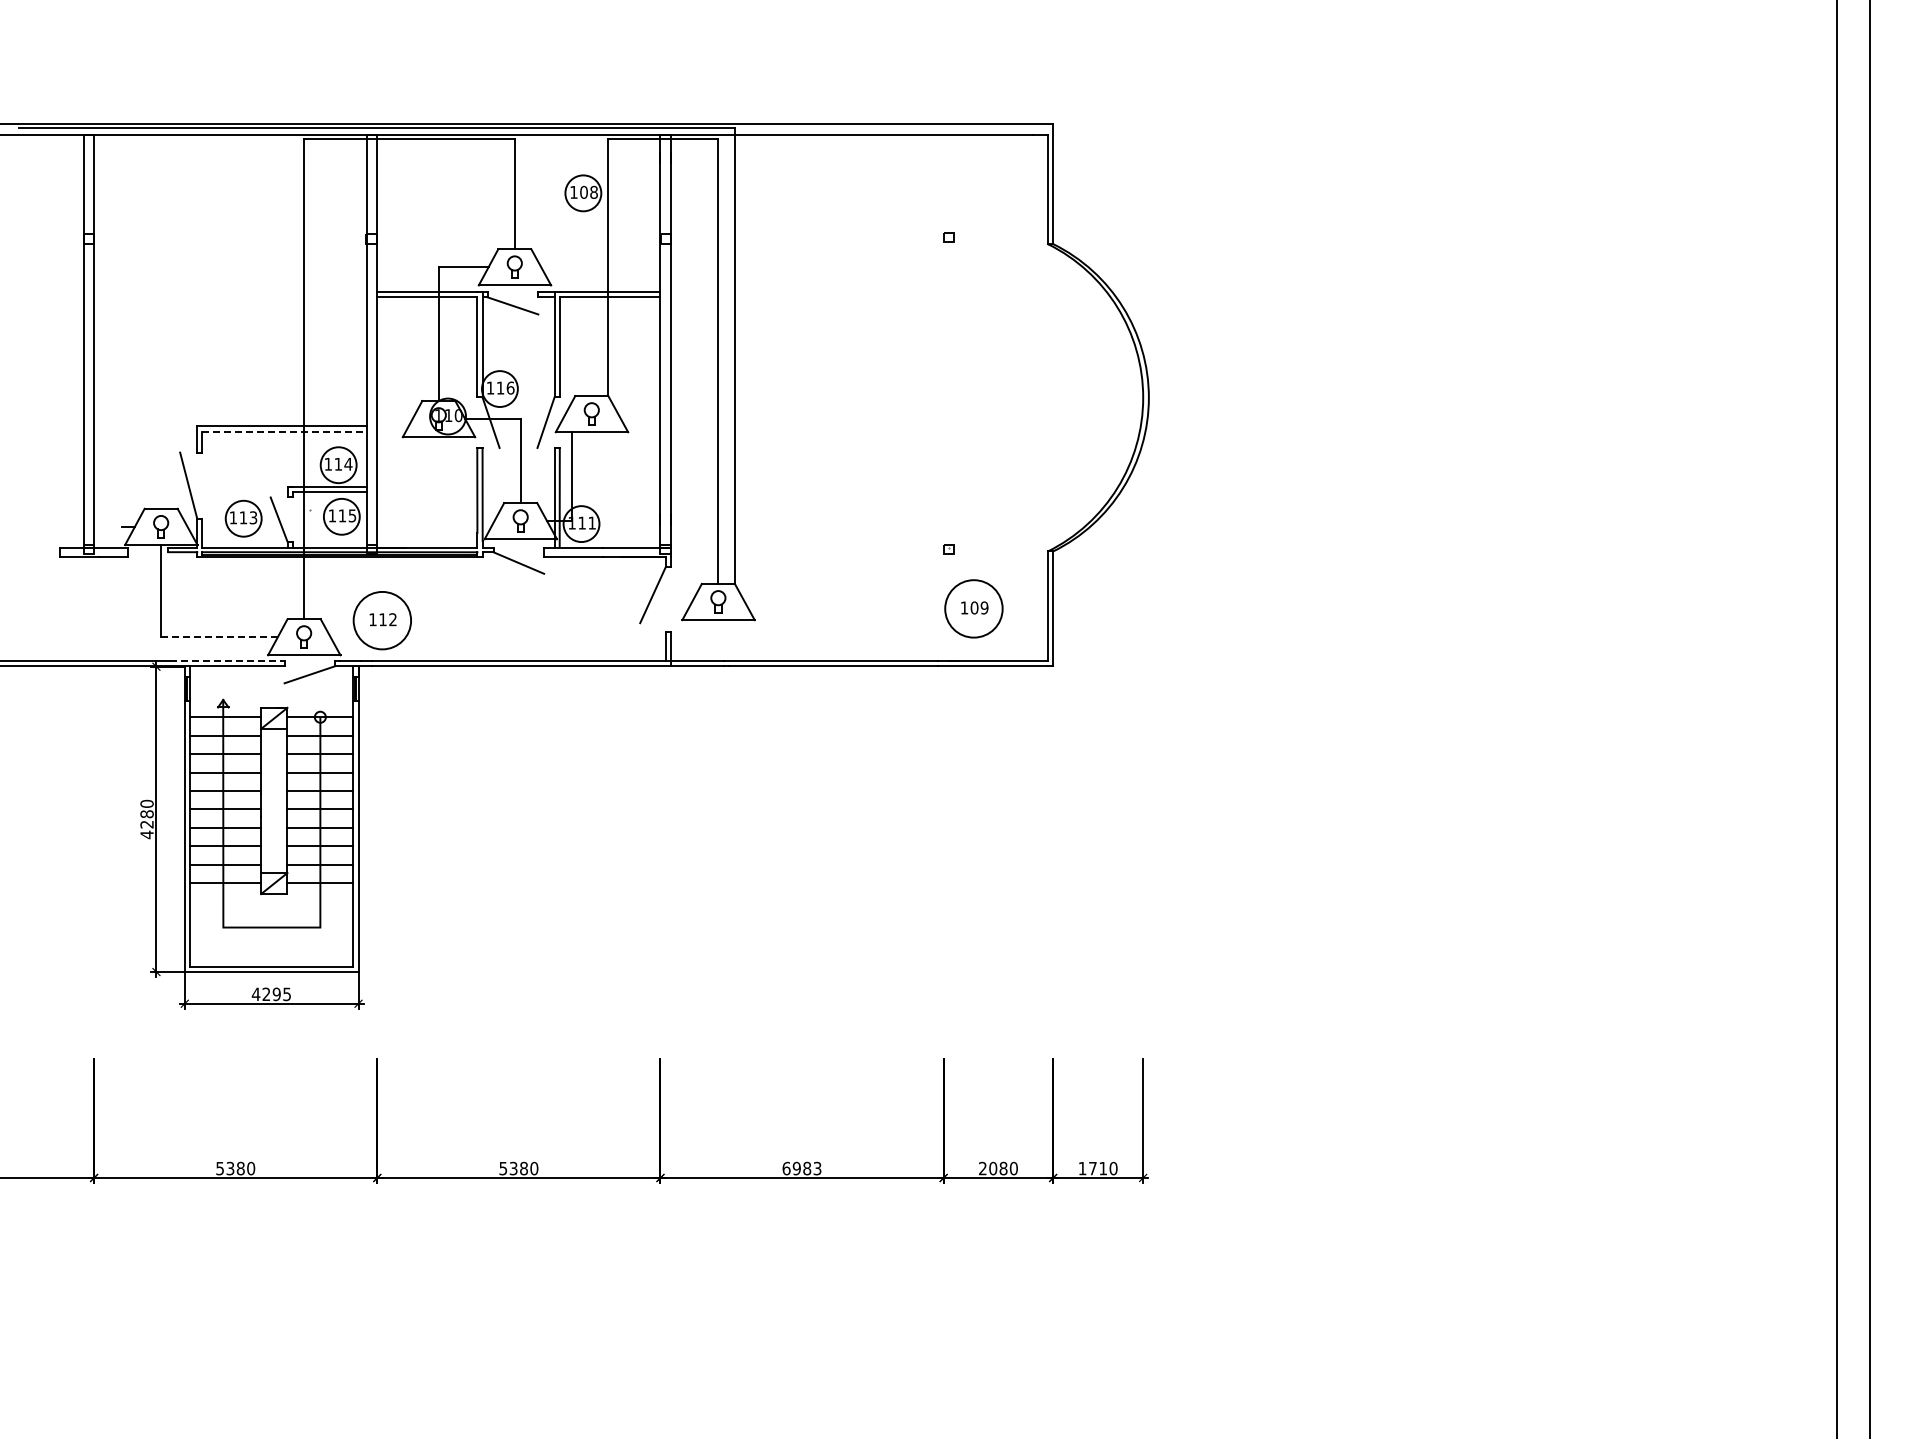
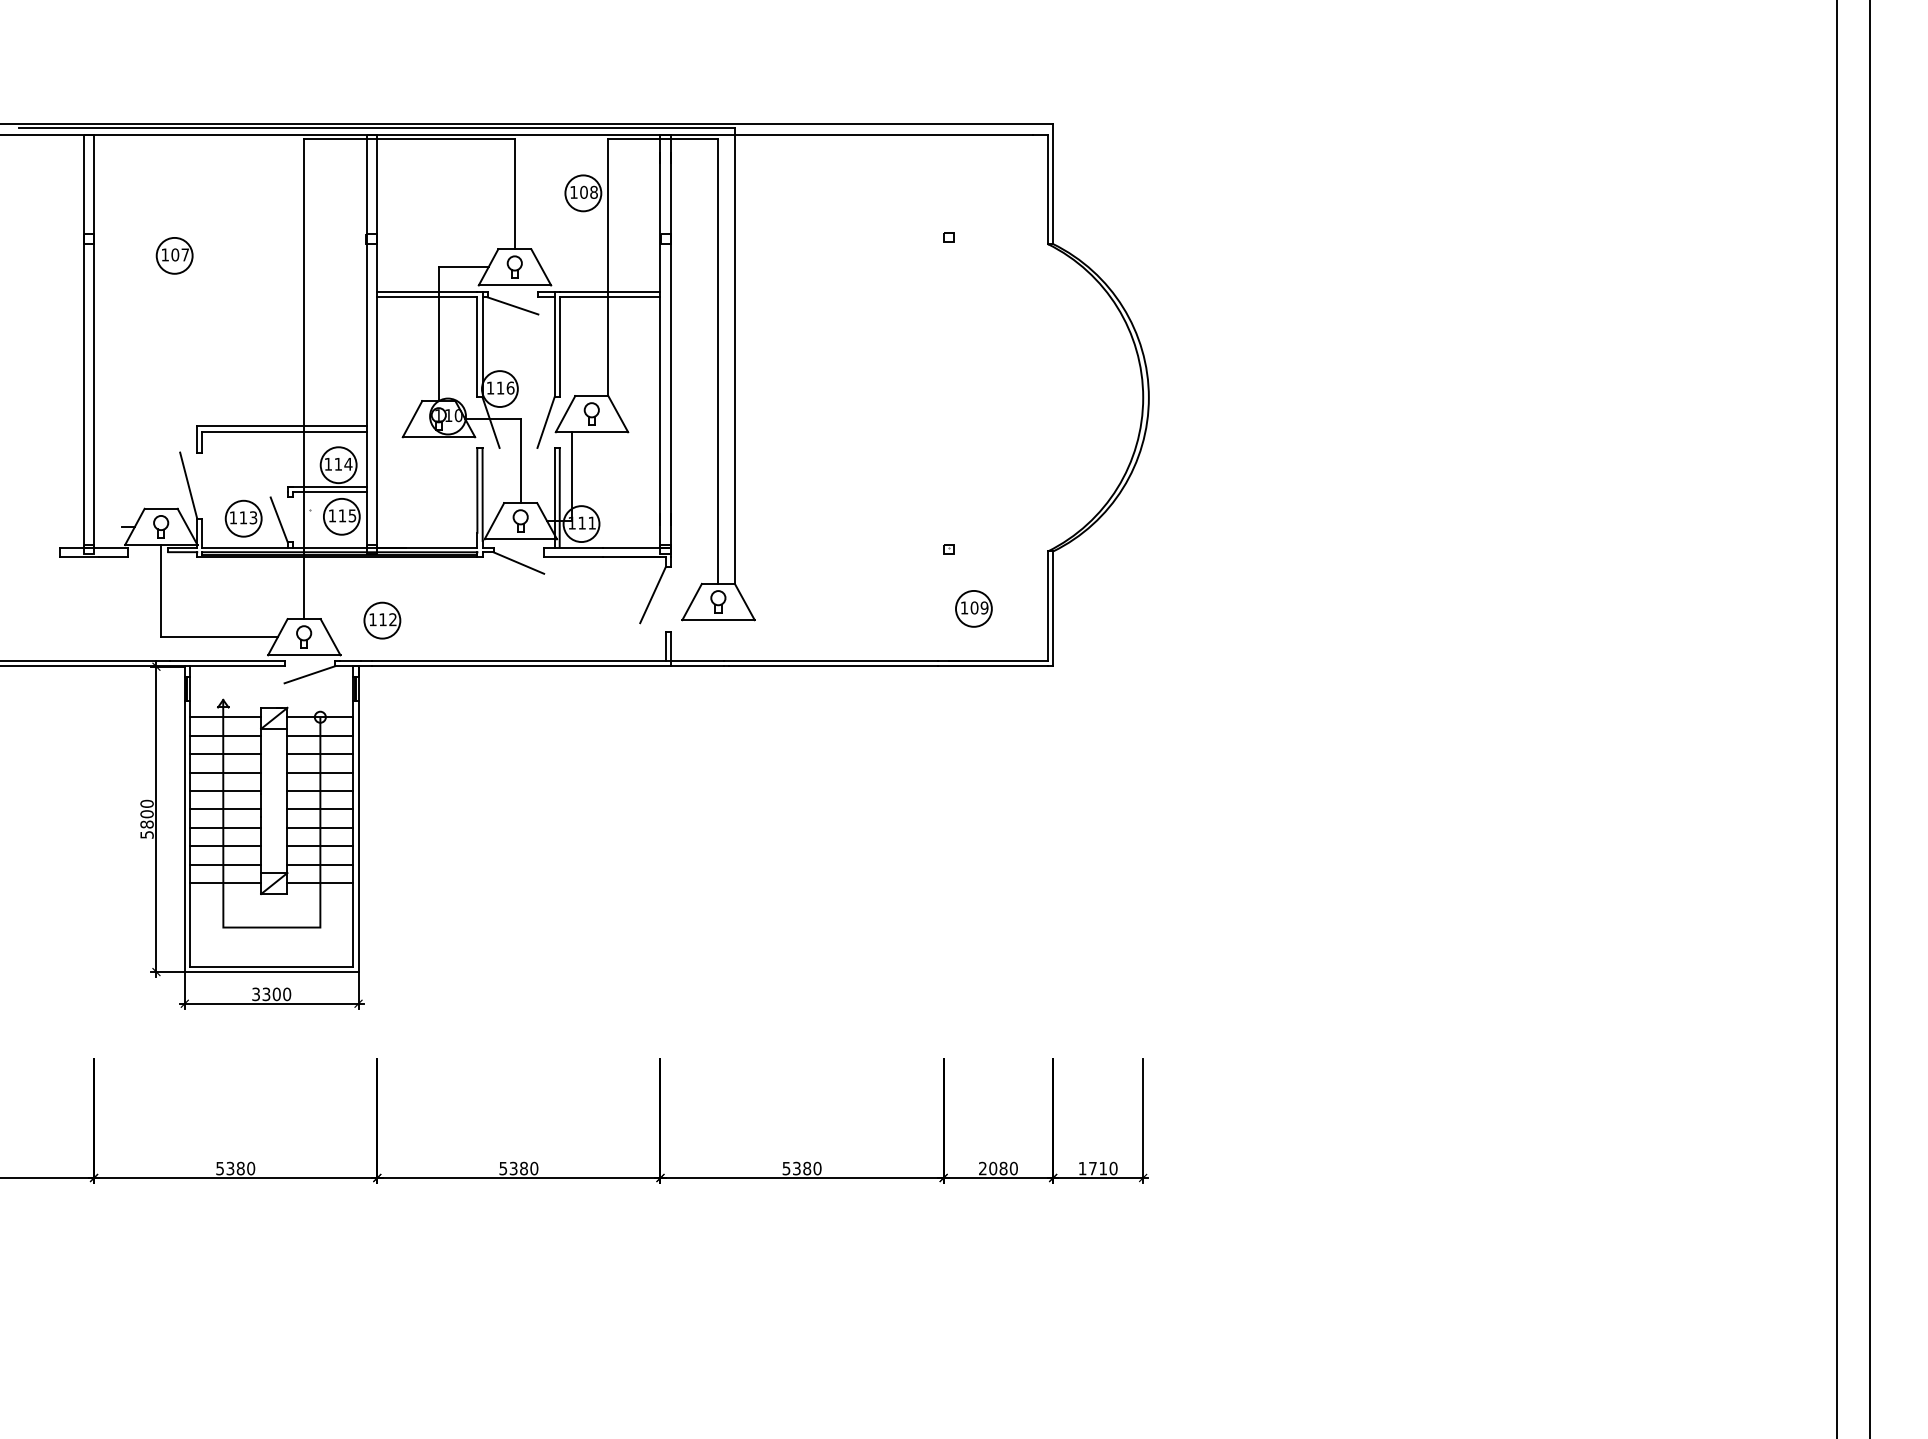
part at (174, 255): none -> present
line at (285, 431): dashed -> solid
circle at (973, 608) diameter: 57 px -> 36 px
circle at (382, 620) diameter: 57 px -> 36 px
line at (220, 637): dashed -> solid
line at (227, 660): dashed -> solid
text at (146, 824): 4280 -> 5800
text at (271, 994): 4295 -> 3300
text at (801, 1168): 6983 -> 5380
